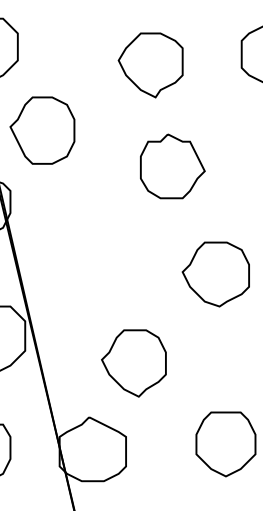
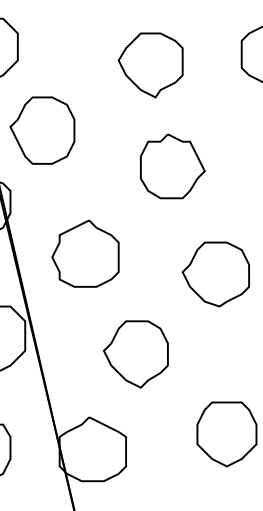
part at (85, 253): none -> present
part at (133, 363) position: (133, 363) -> (135, 354)
part at (225, 444) position: (225, 444) -> (226, 434)
